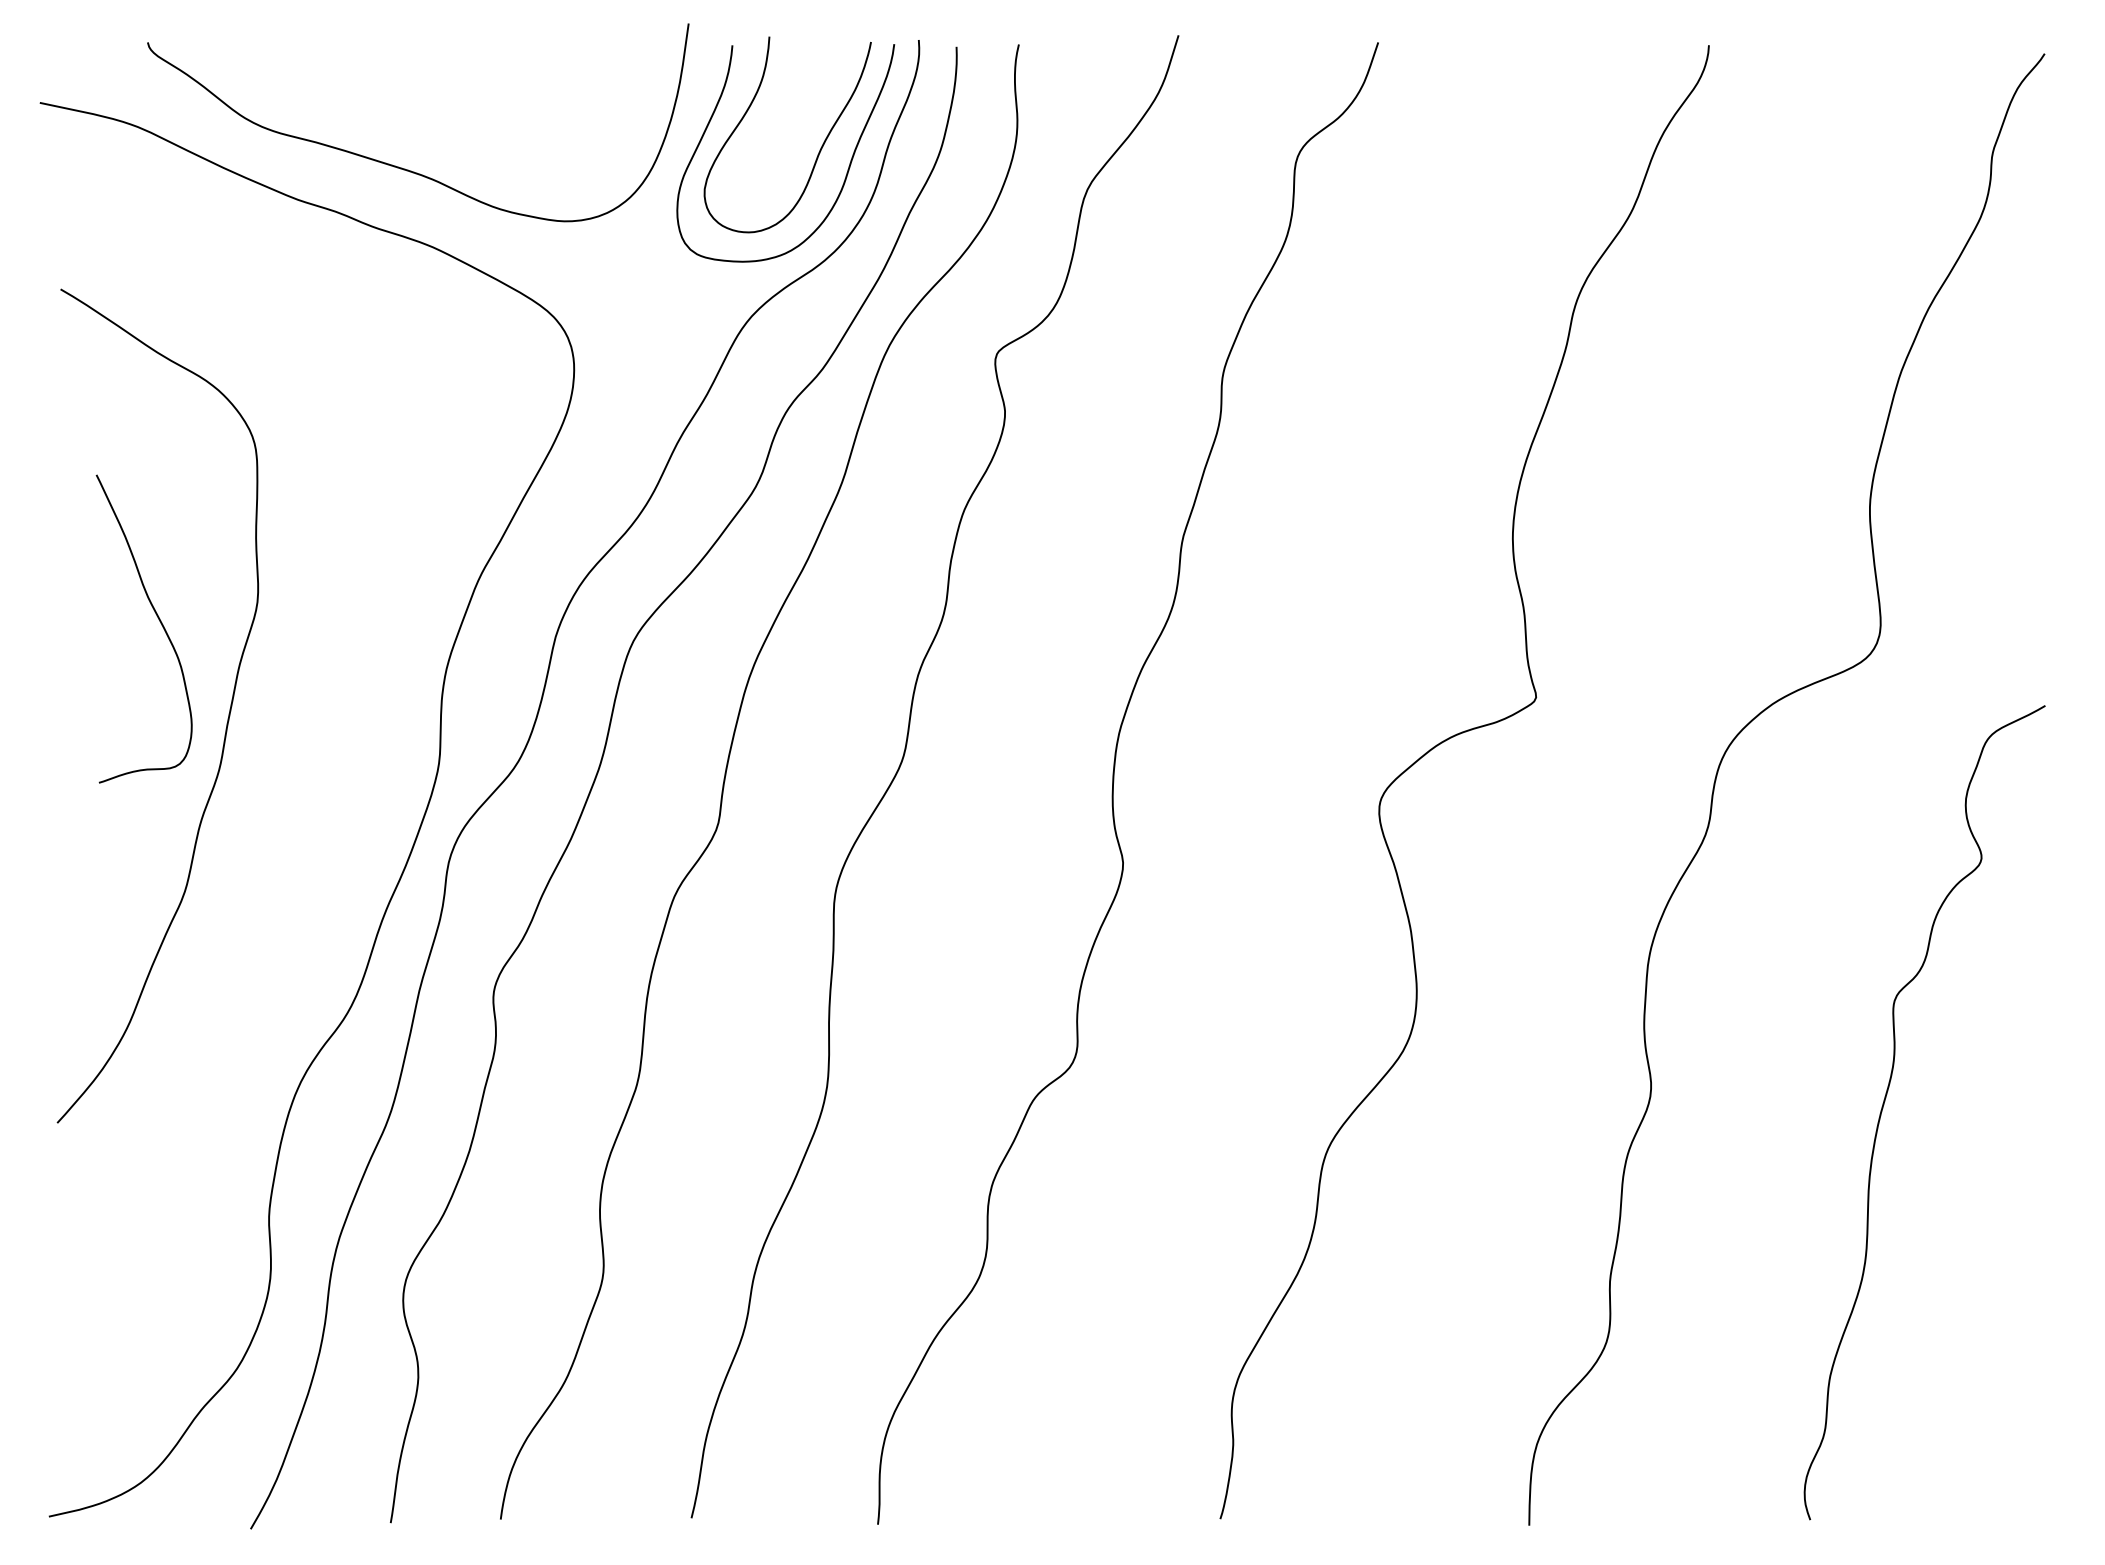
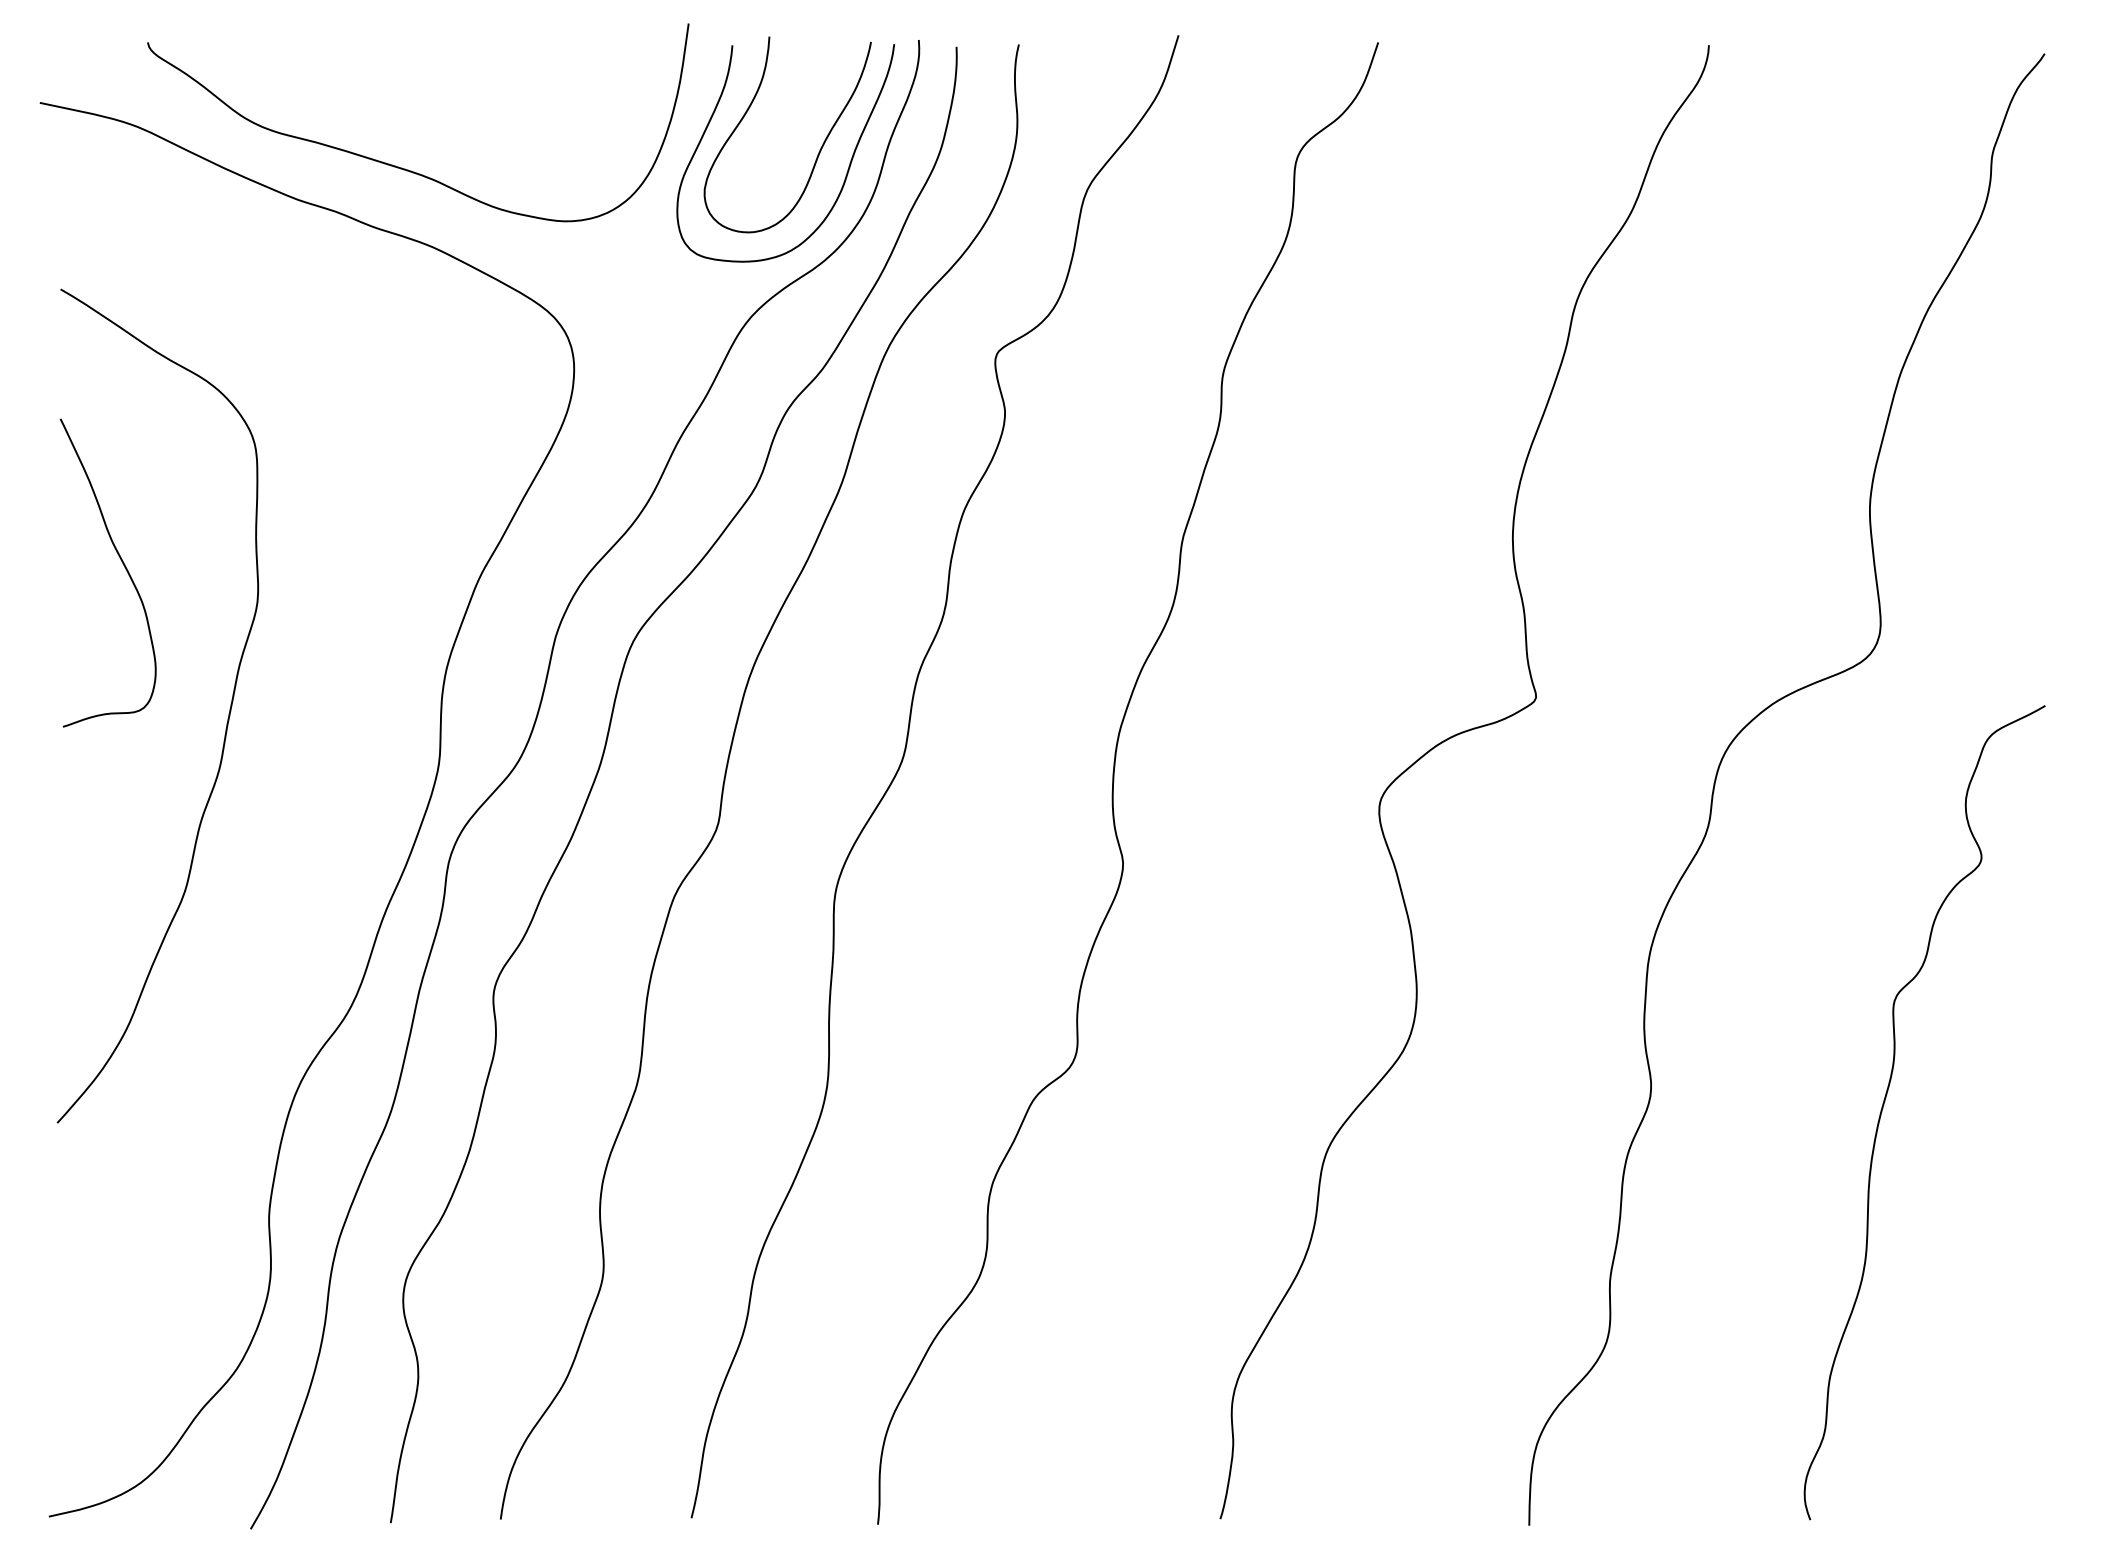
curve at (159, 621) position: (159, 621) -> (123, 565)
